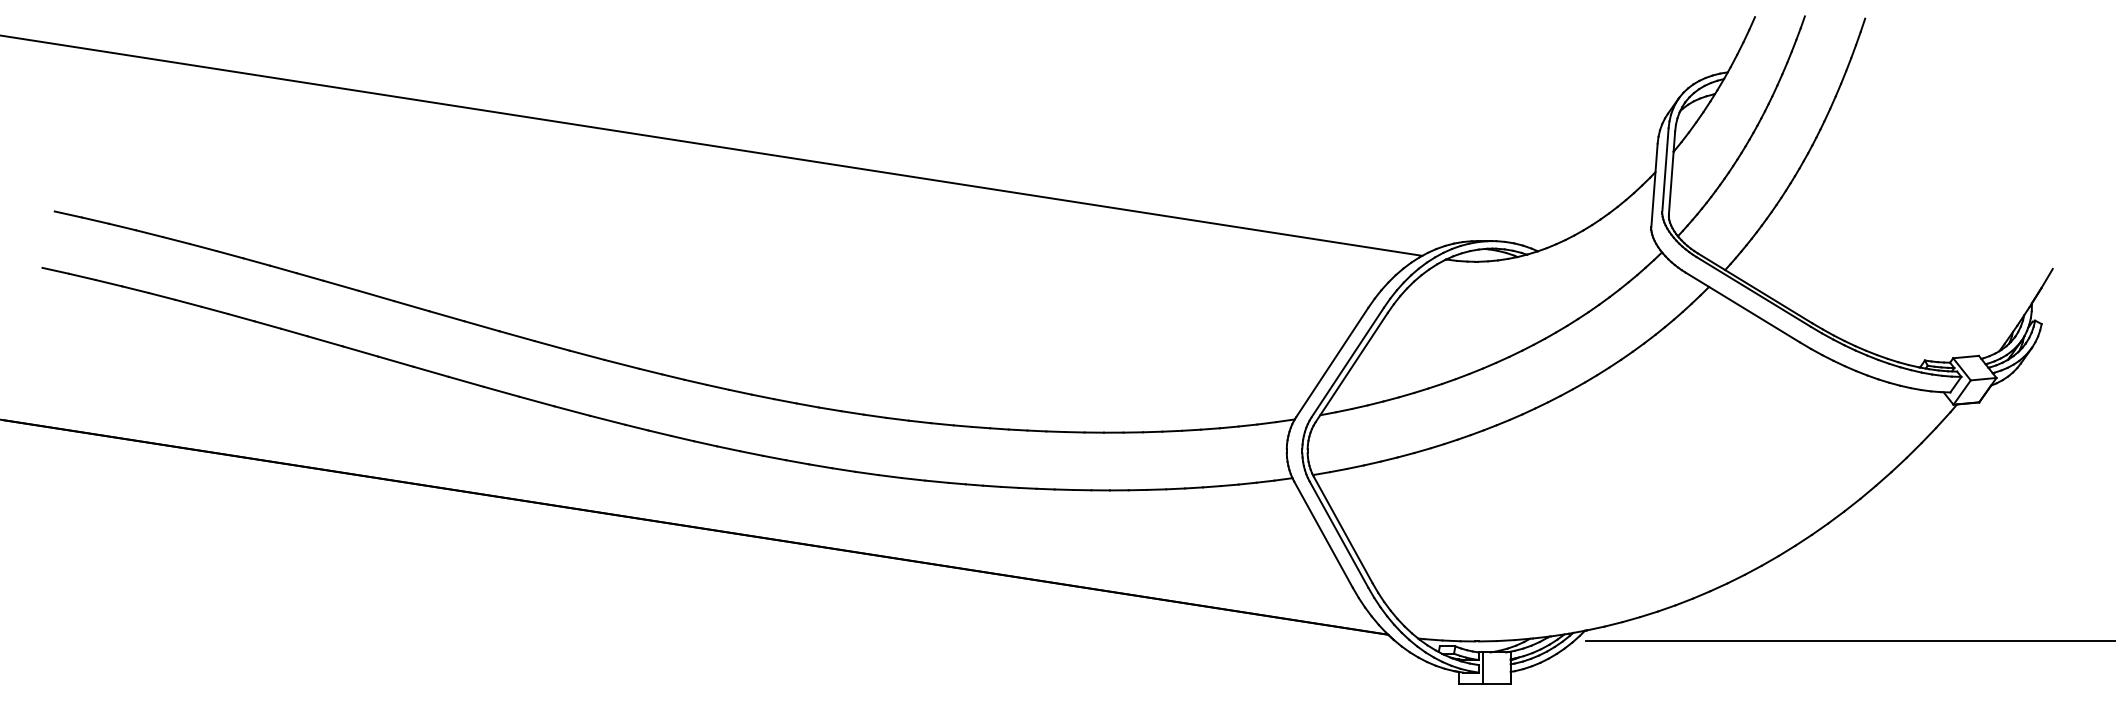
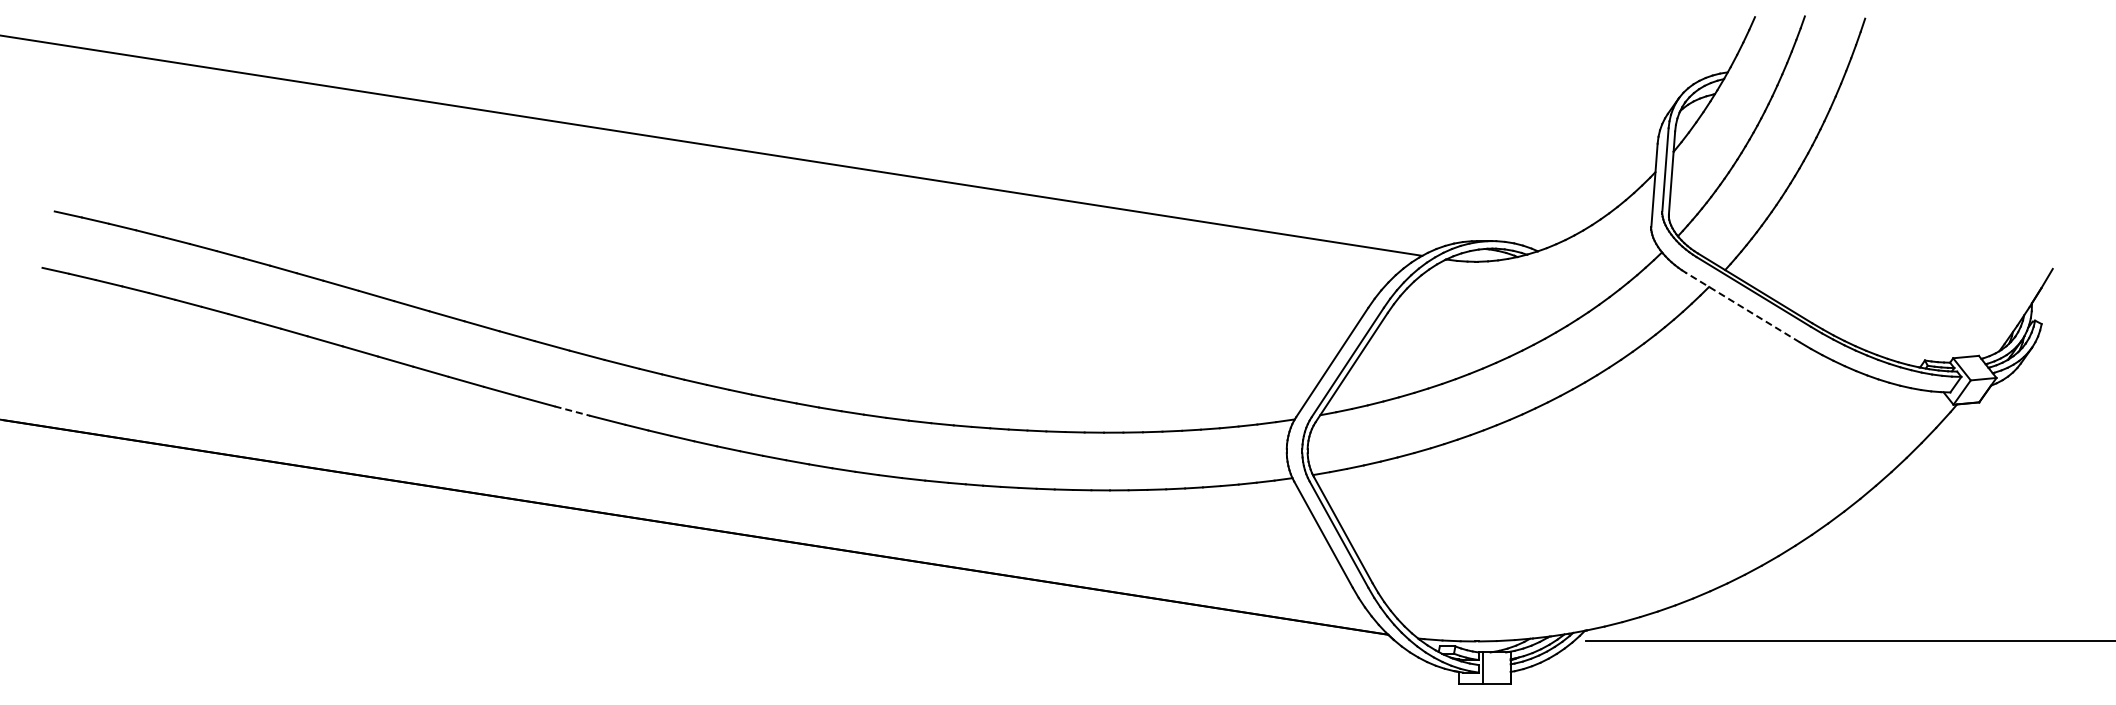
line at (1742, 307): solid -> dashed
line at (572, 411): solid -> dashed
